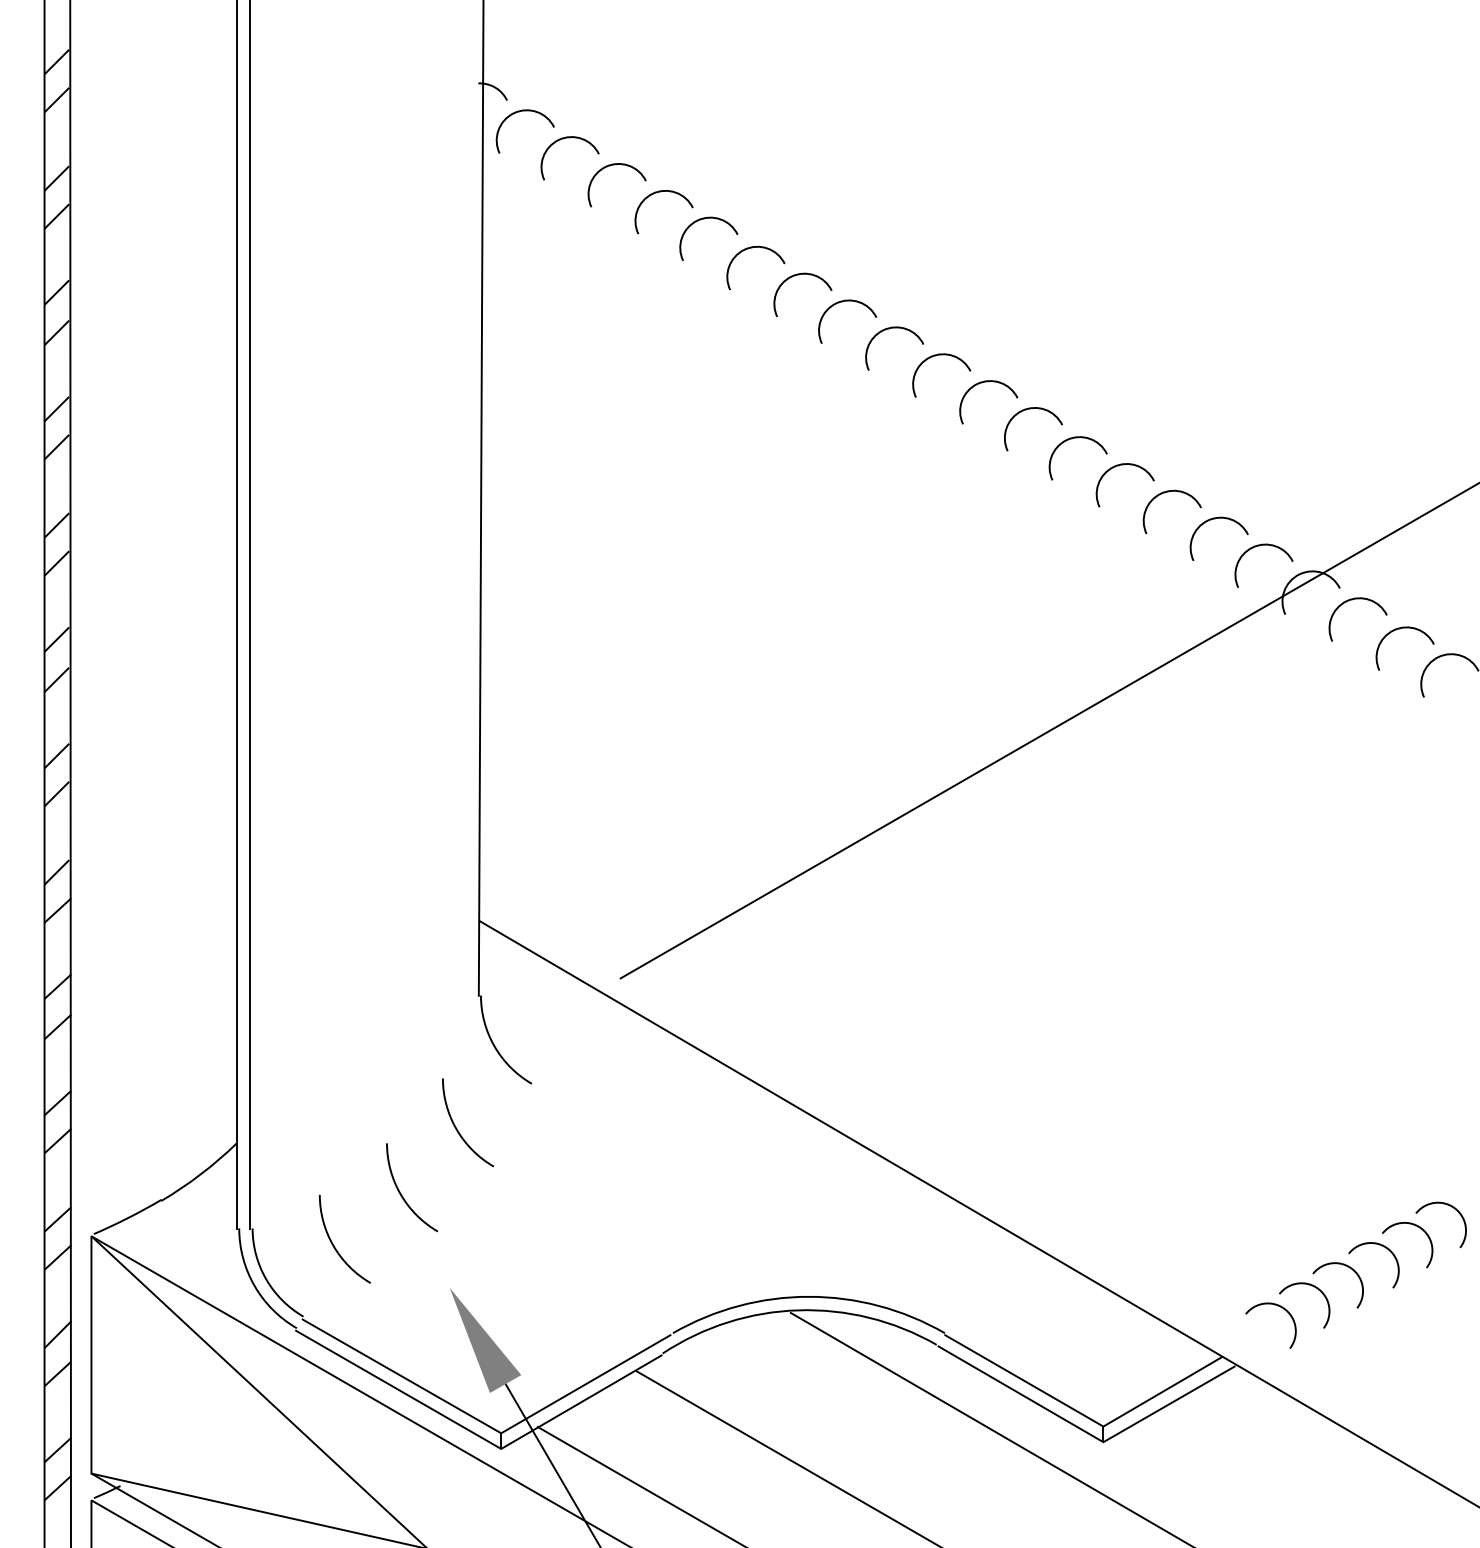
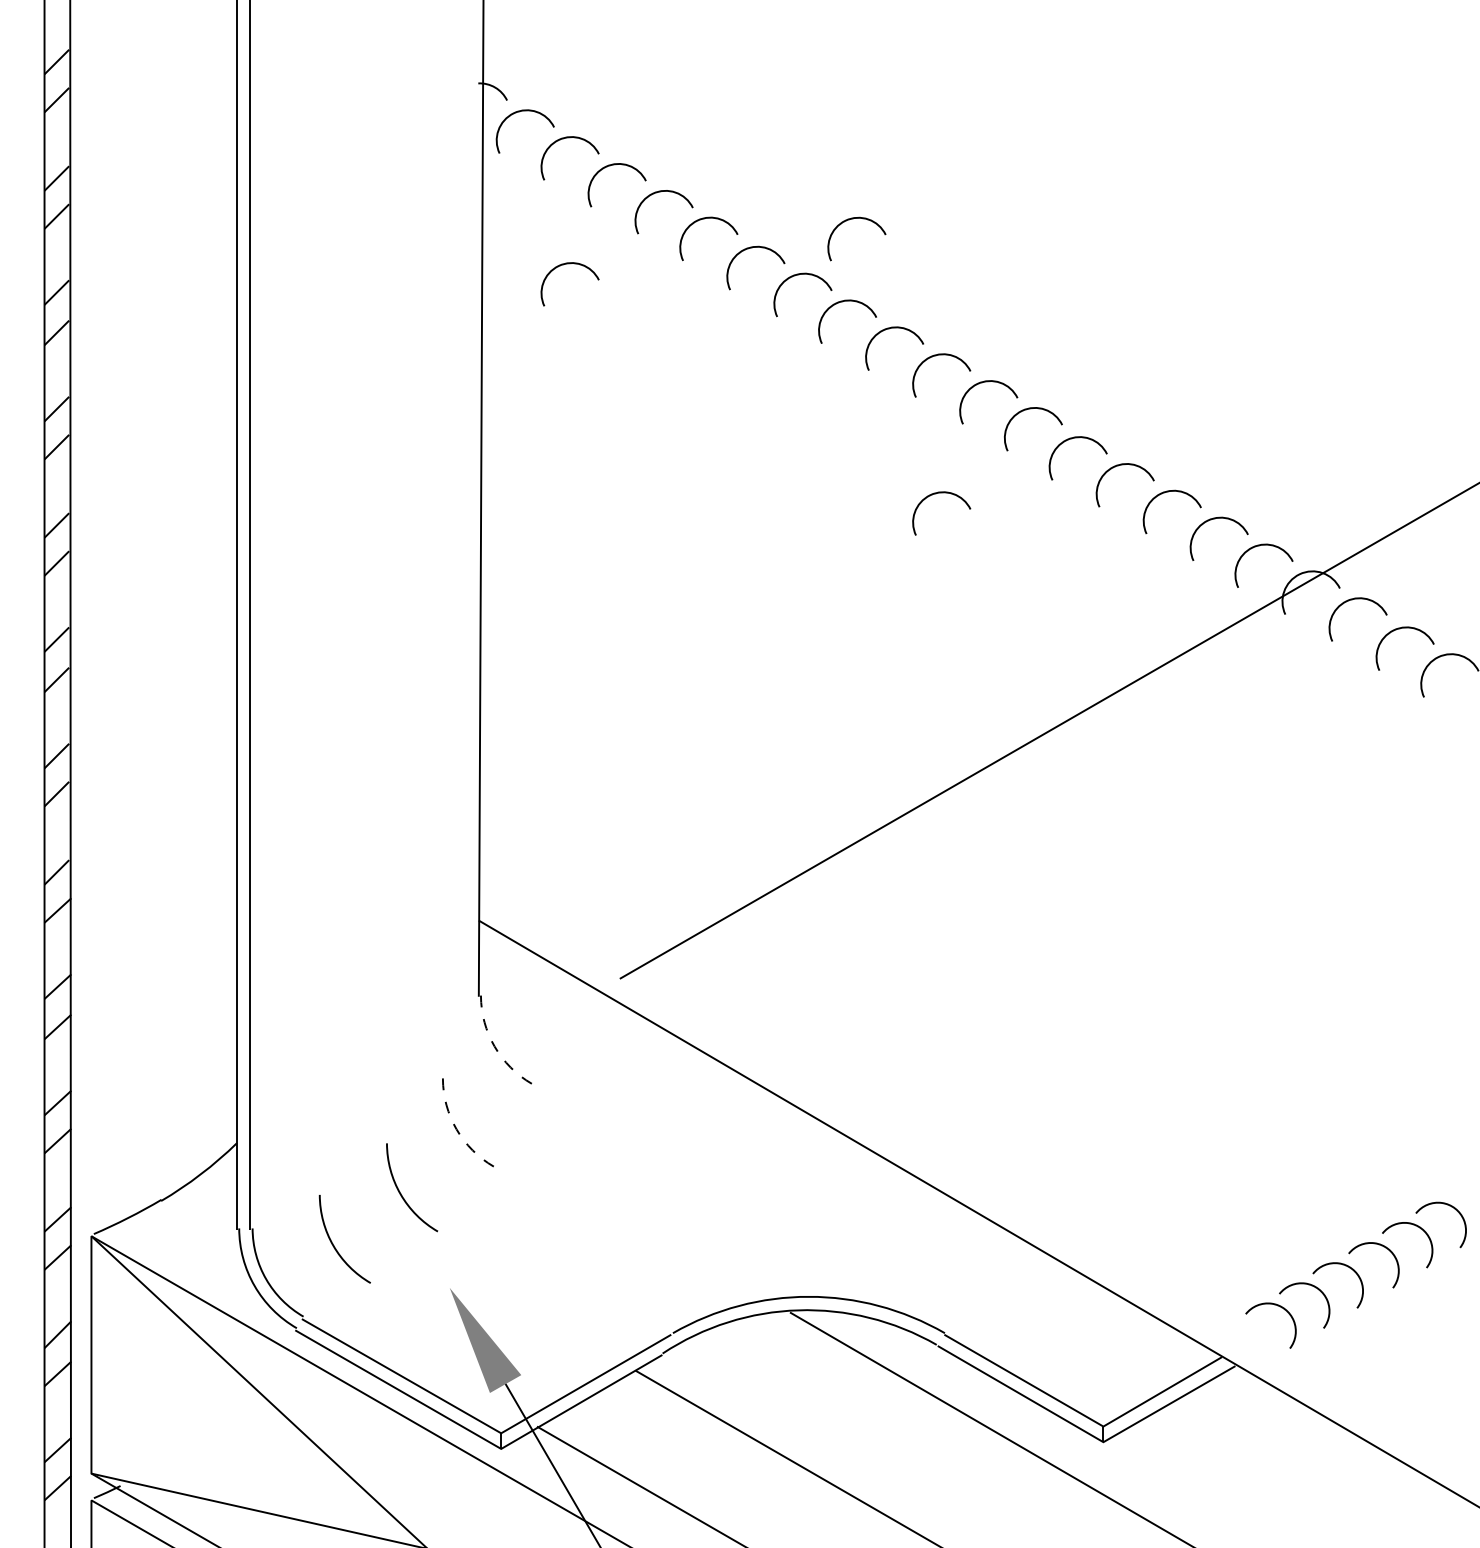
part at (853, 219): none -> present
arc at (563, 265): none -> present
part at (936, 494): none -> present
arc at (494, 1046): solid -> dashed
arc at (456, 1129): solid -> dashed
